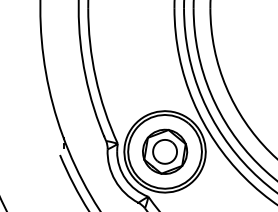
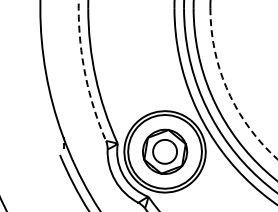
arc at (85, 73): solid -> dashed
arc at (227, 90): solid -> dashed
